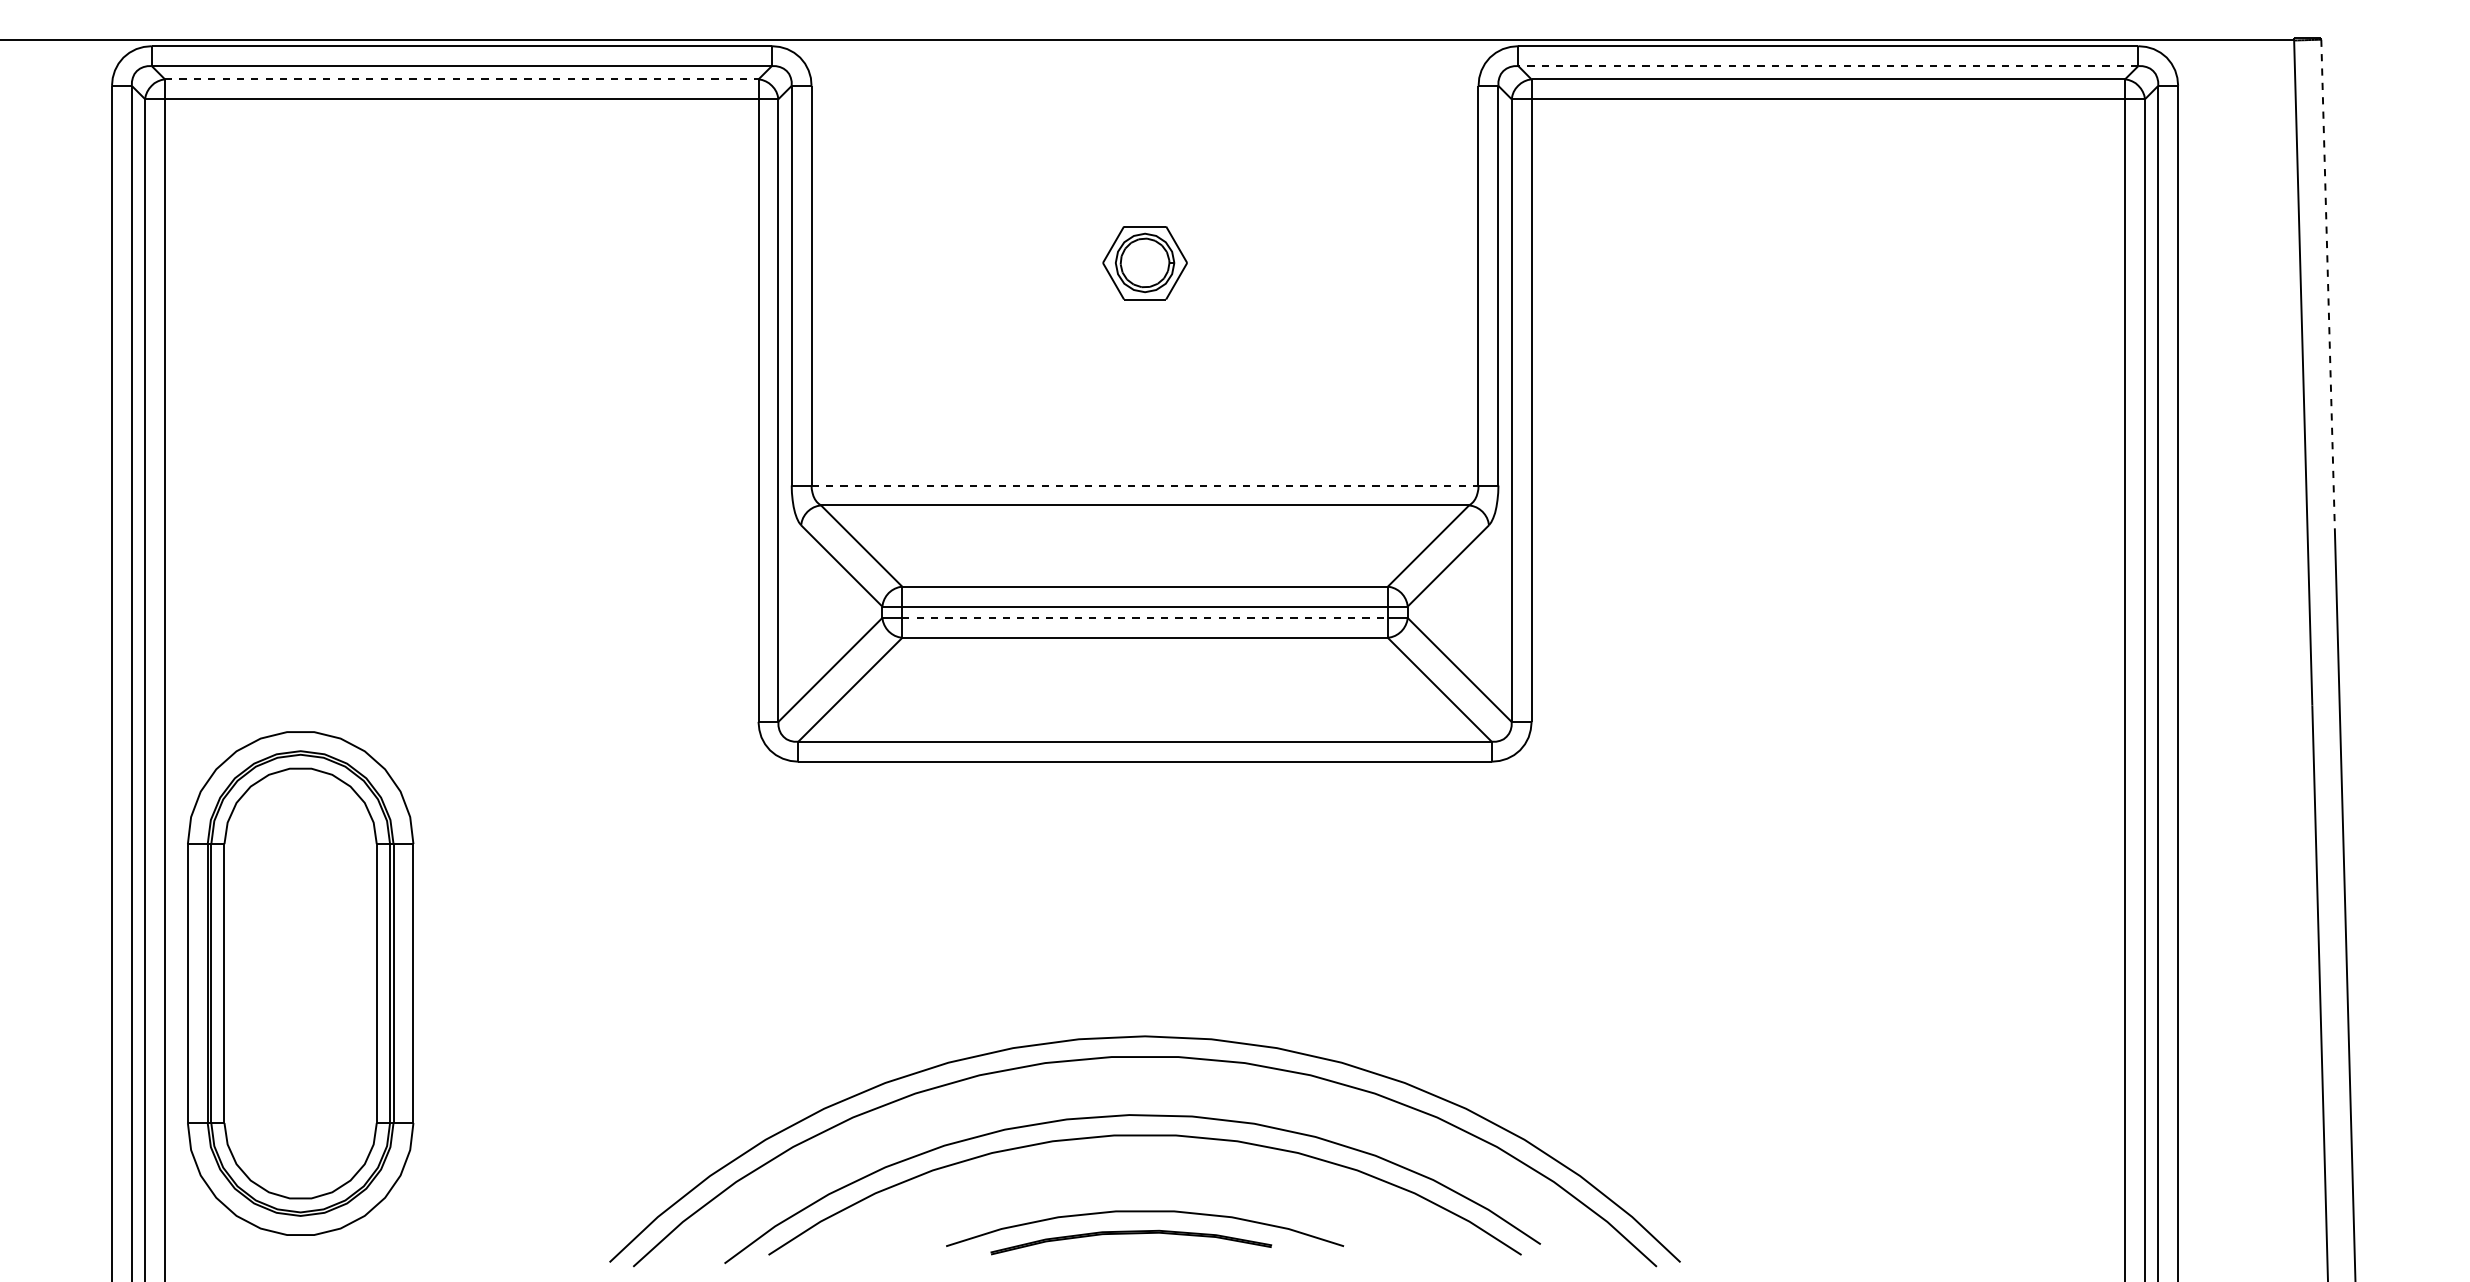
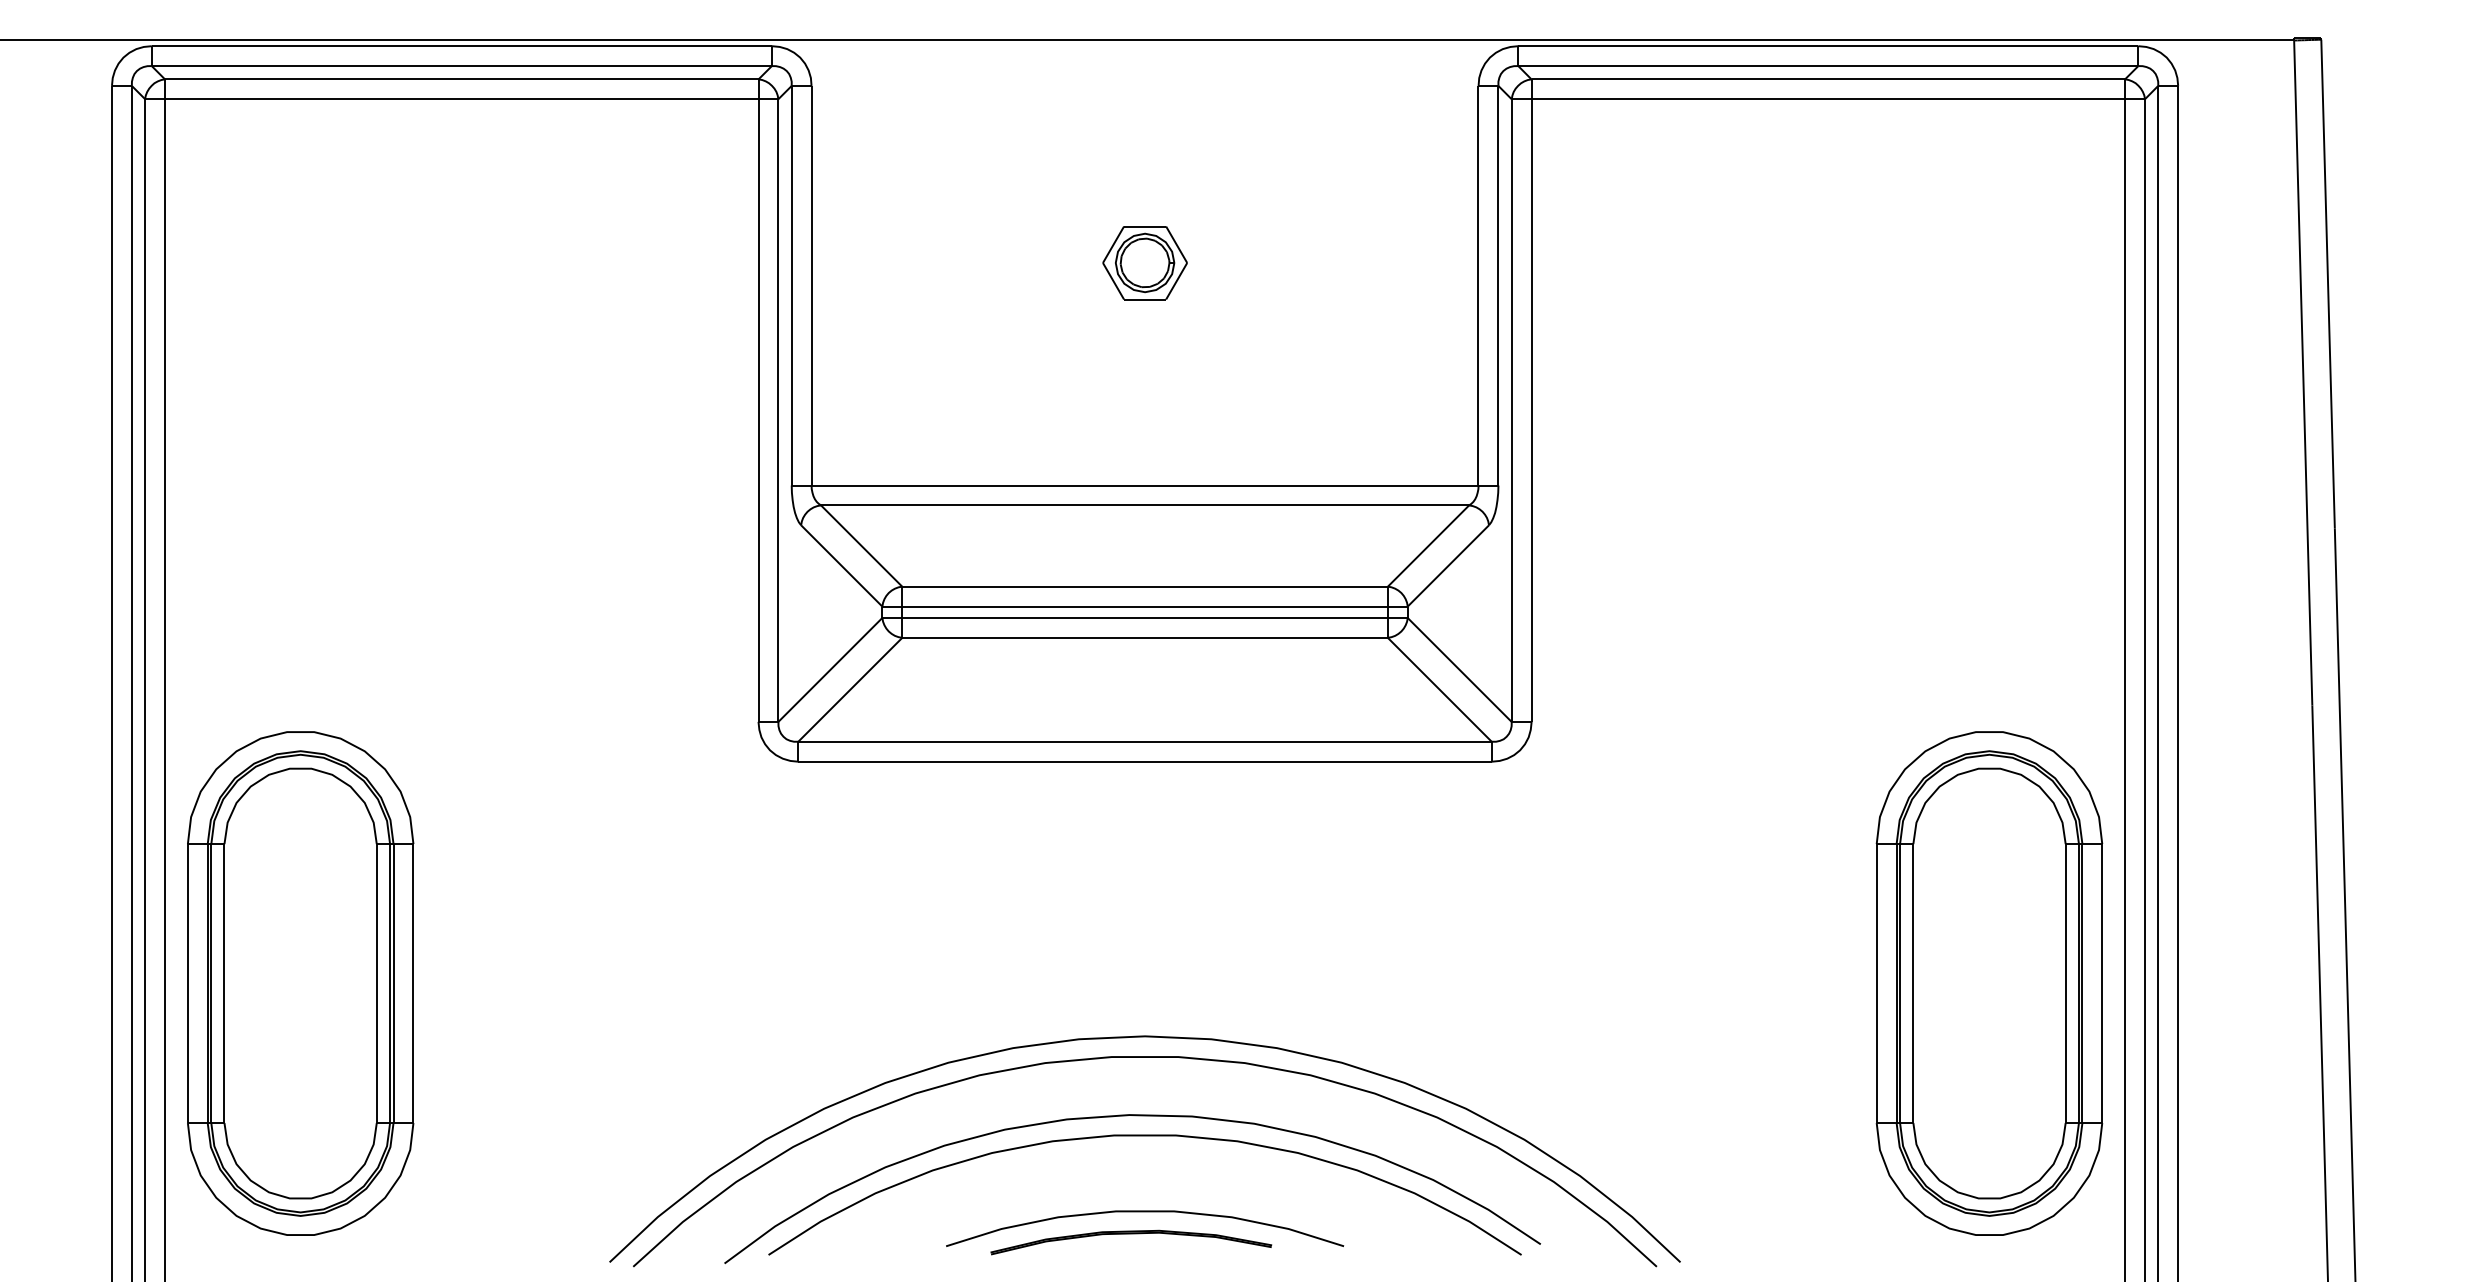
line at (1827, 66): dashed -> solid
line at (461, 79): dashed -> solid
line at (2328, 284): dashed -> solid
line at (1145, 485): dashed -> solid
line at (1145, 618): dashed -> solid
part at (1989, 983): none -> present
